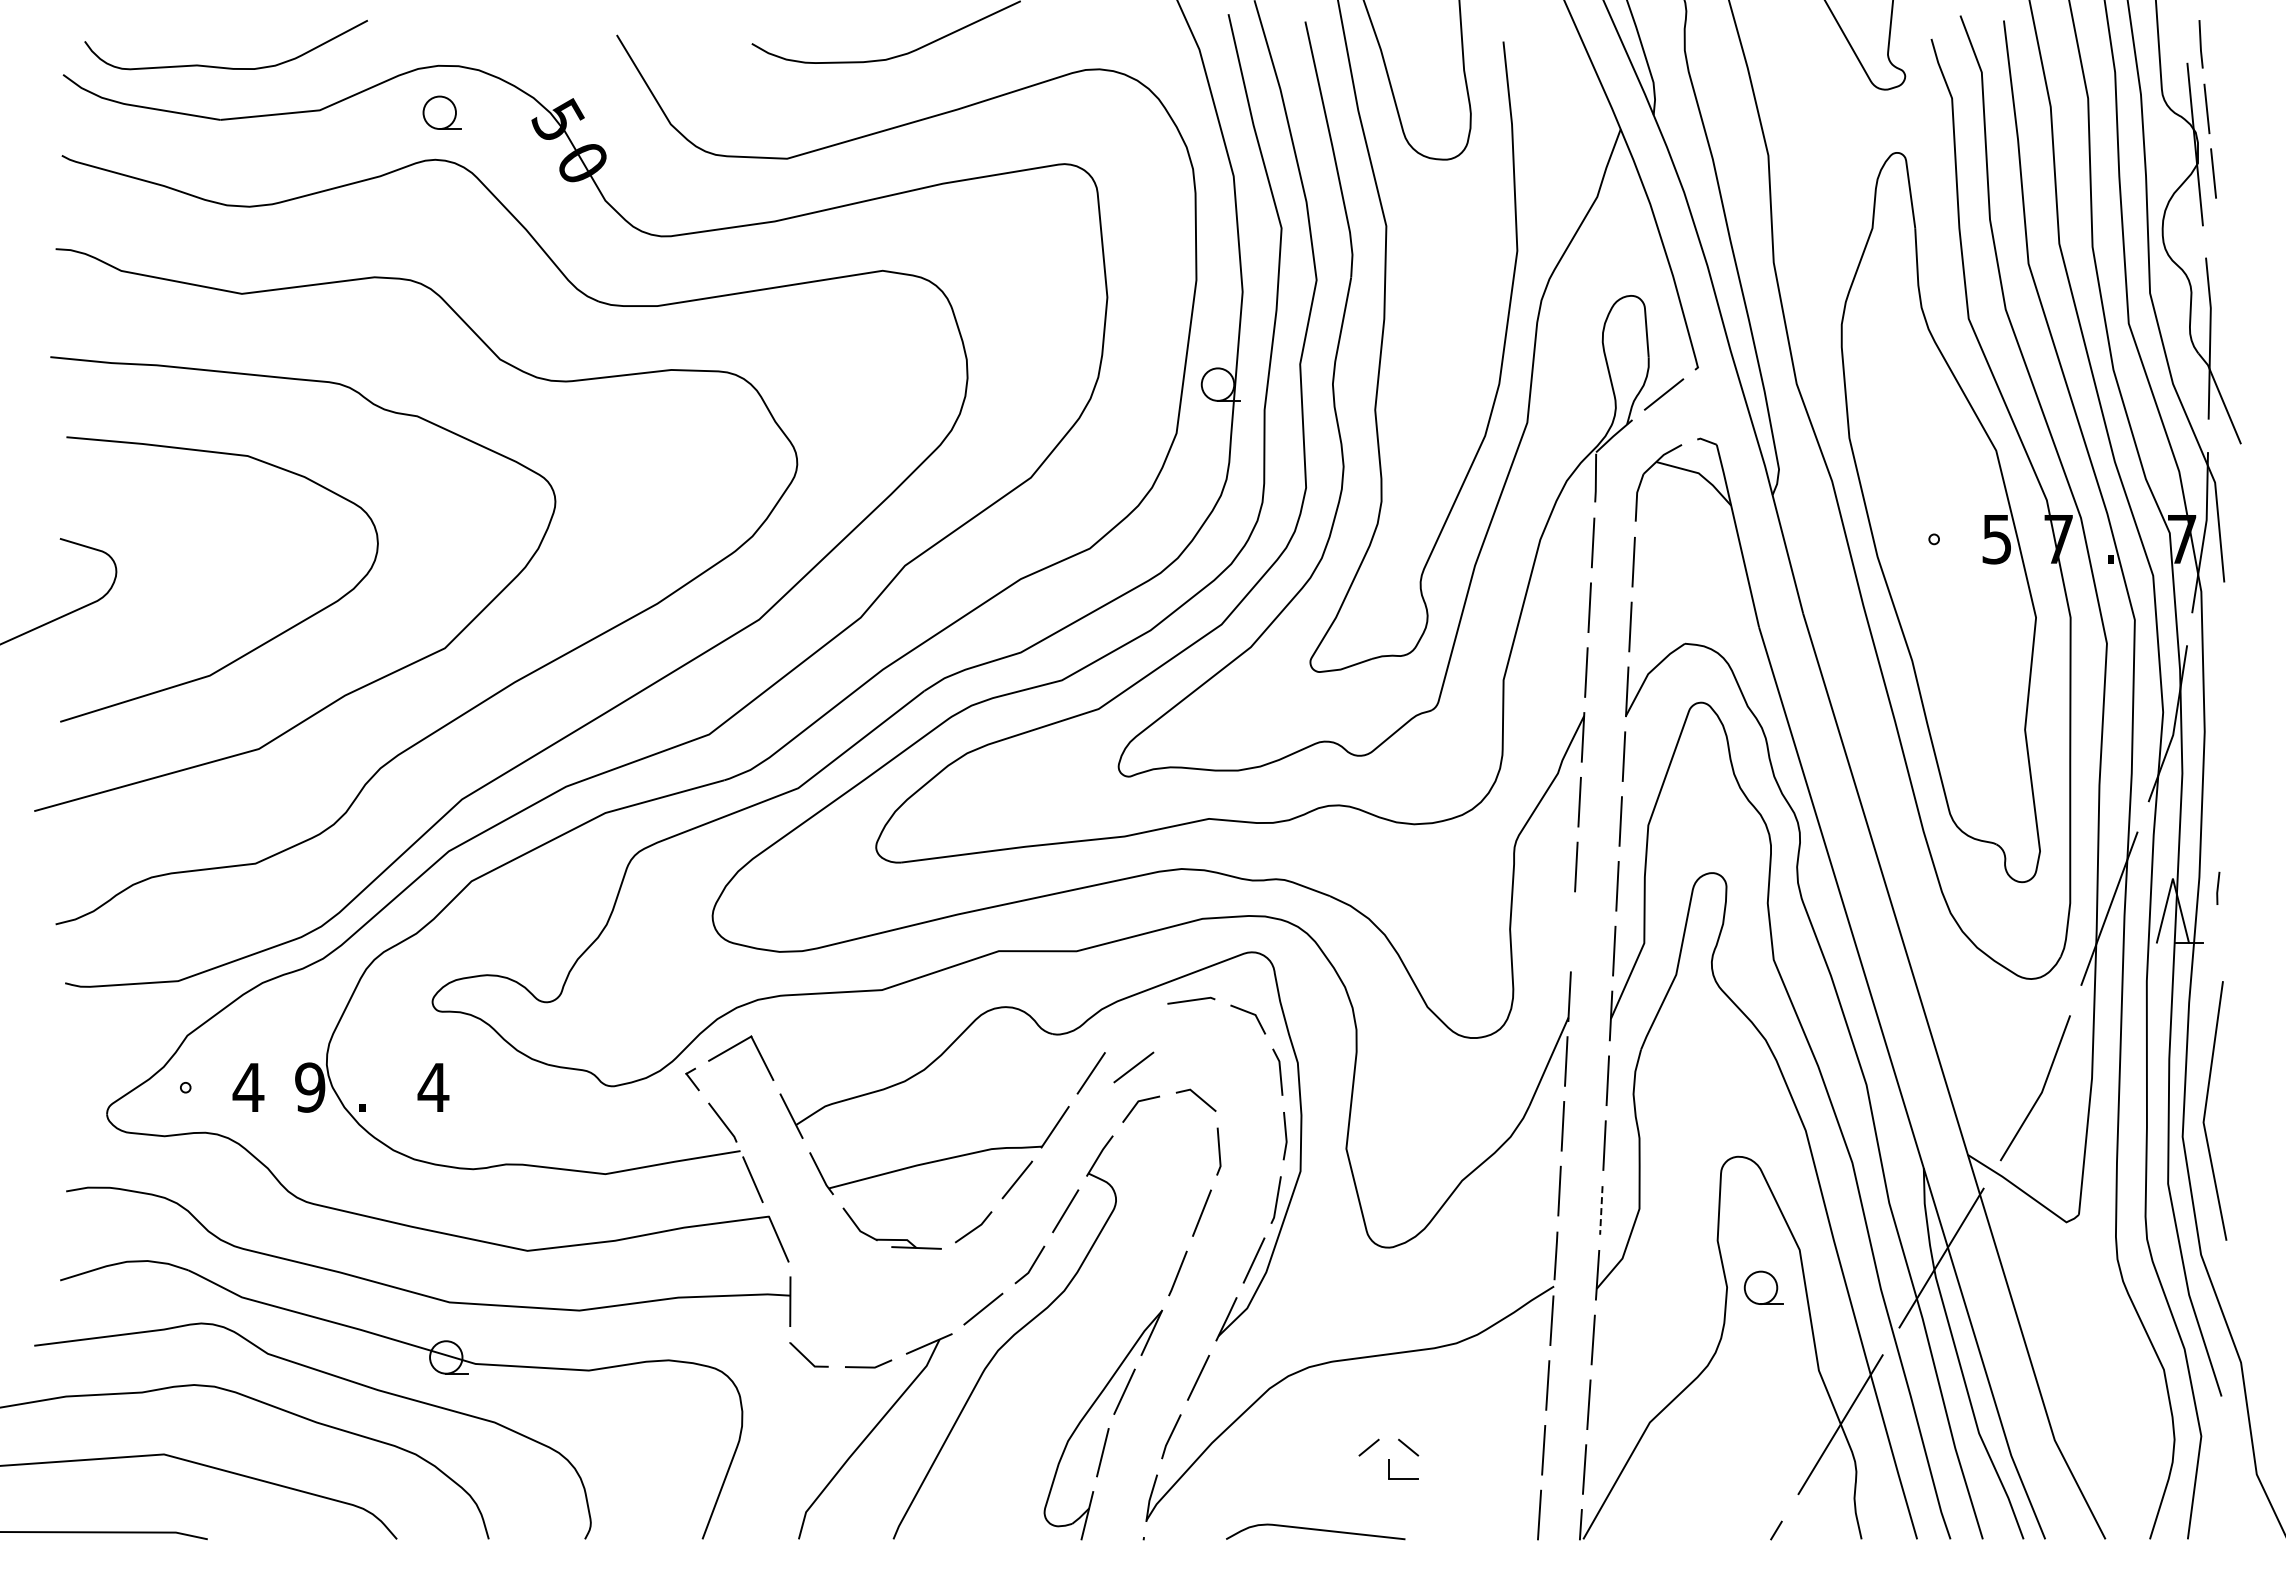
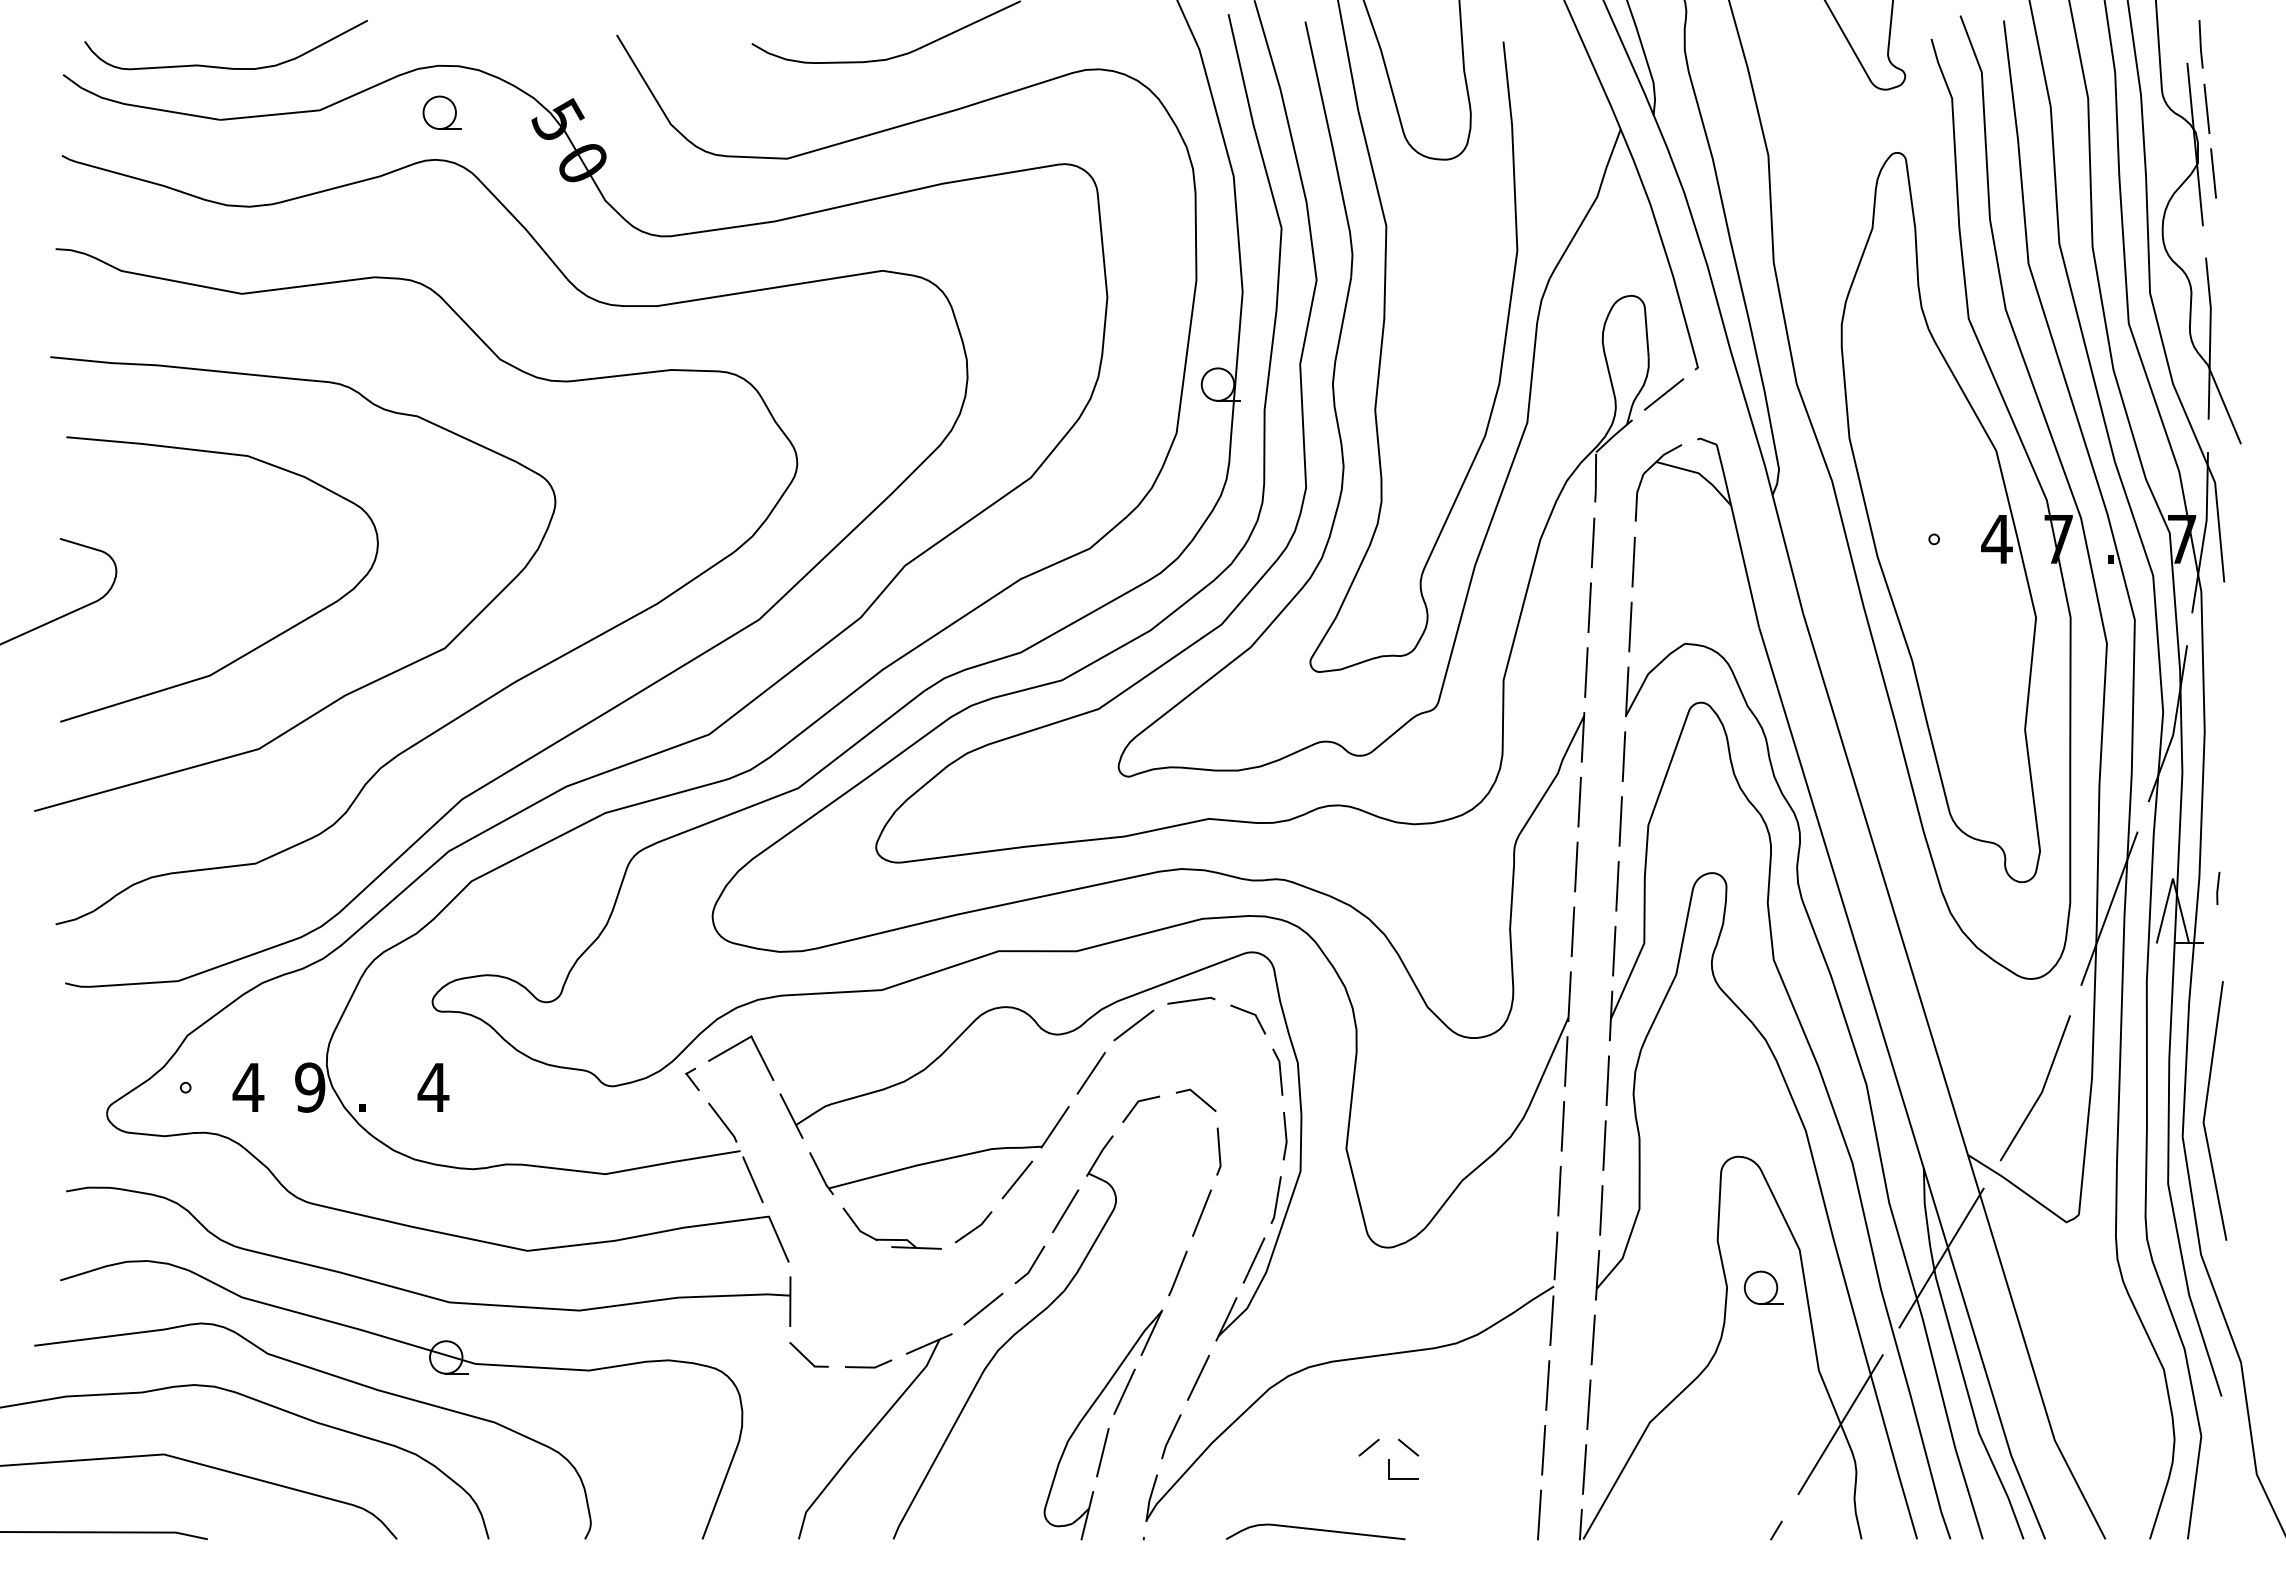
text at (1996, 539): 5 -> 4
line at (1572, 931): none -> present
line at (1133, 1067) position: (1133, 1067) -> (1133, 1025)
line at (1601, 1210): dashed -> solid
